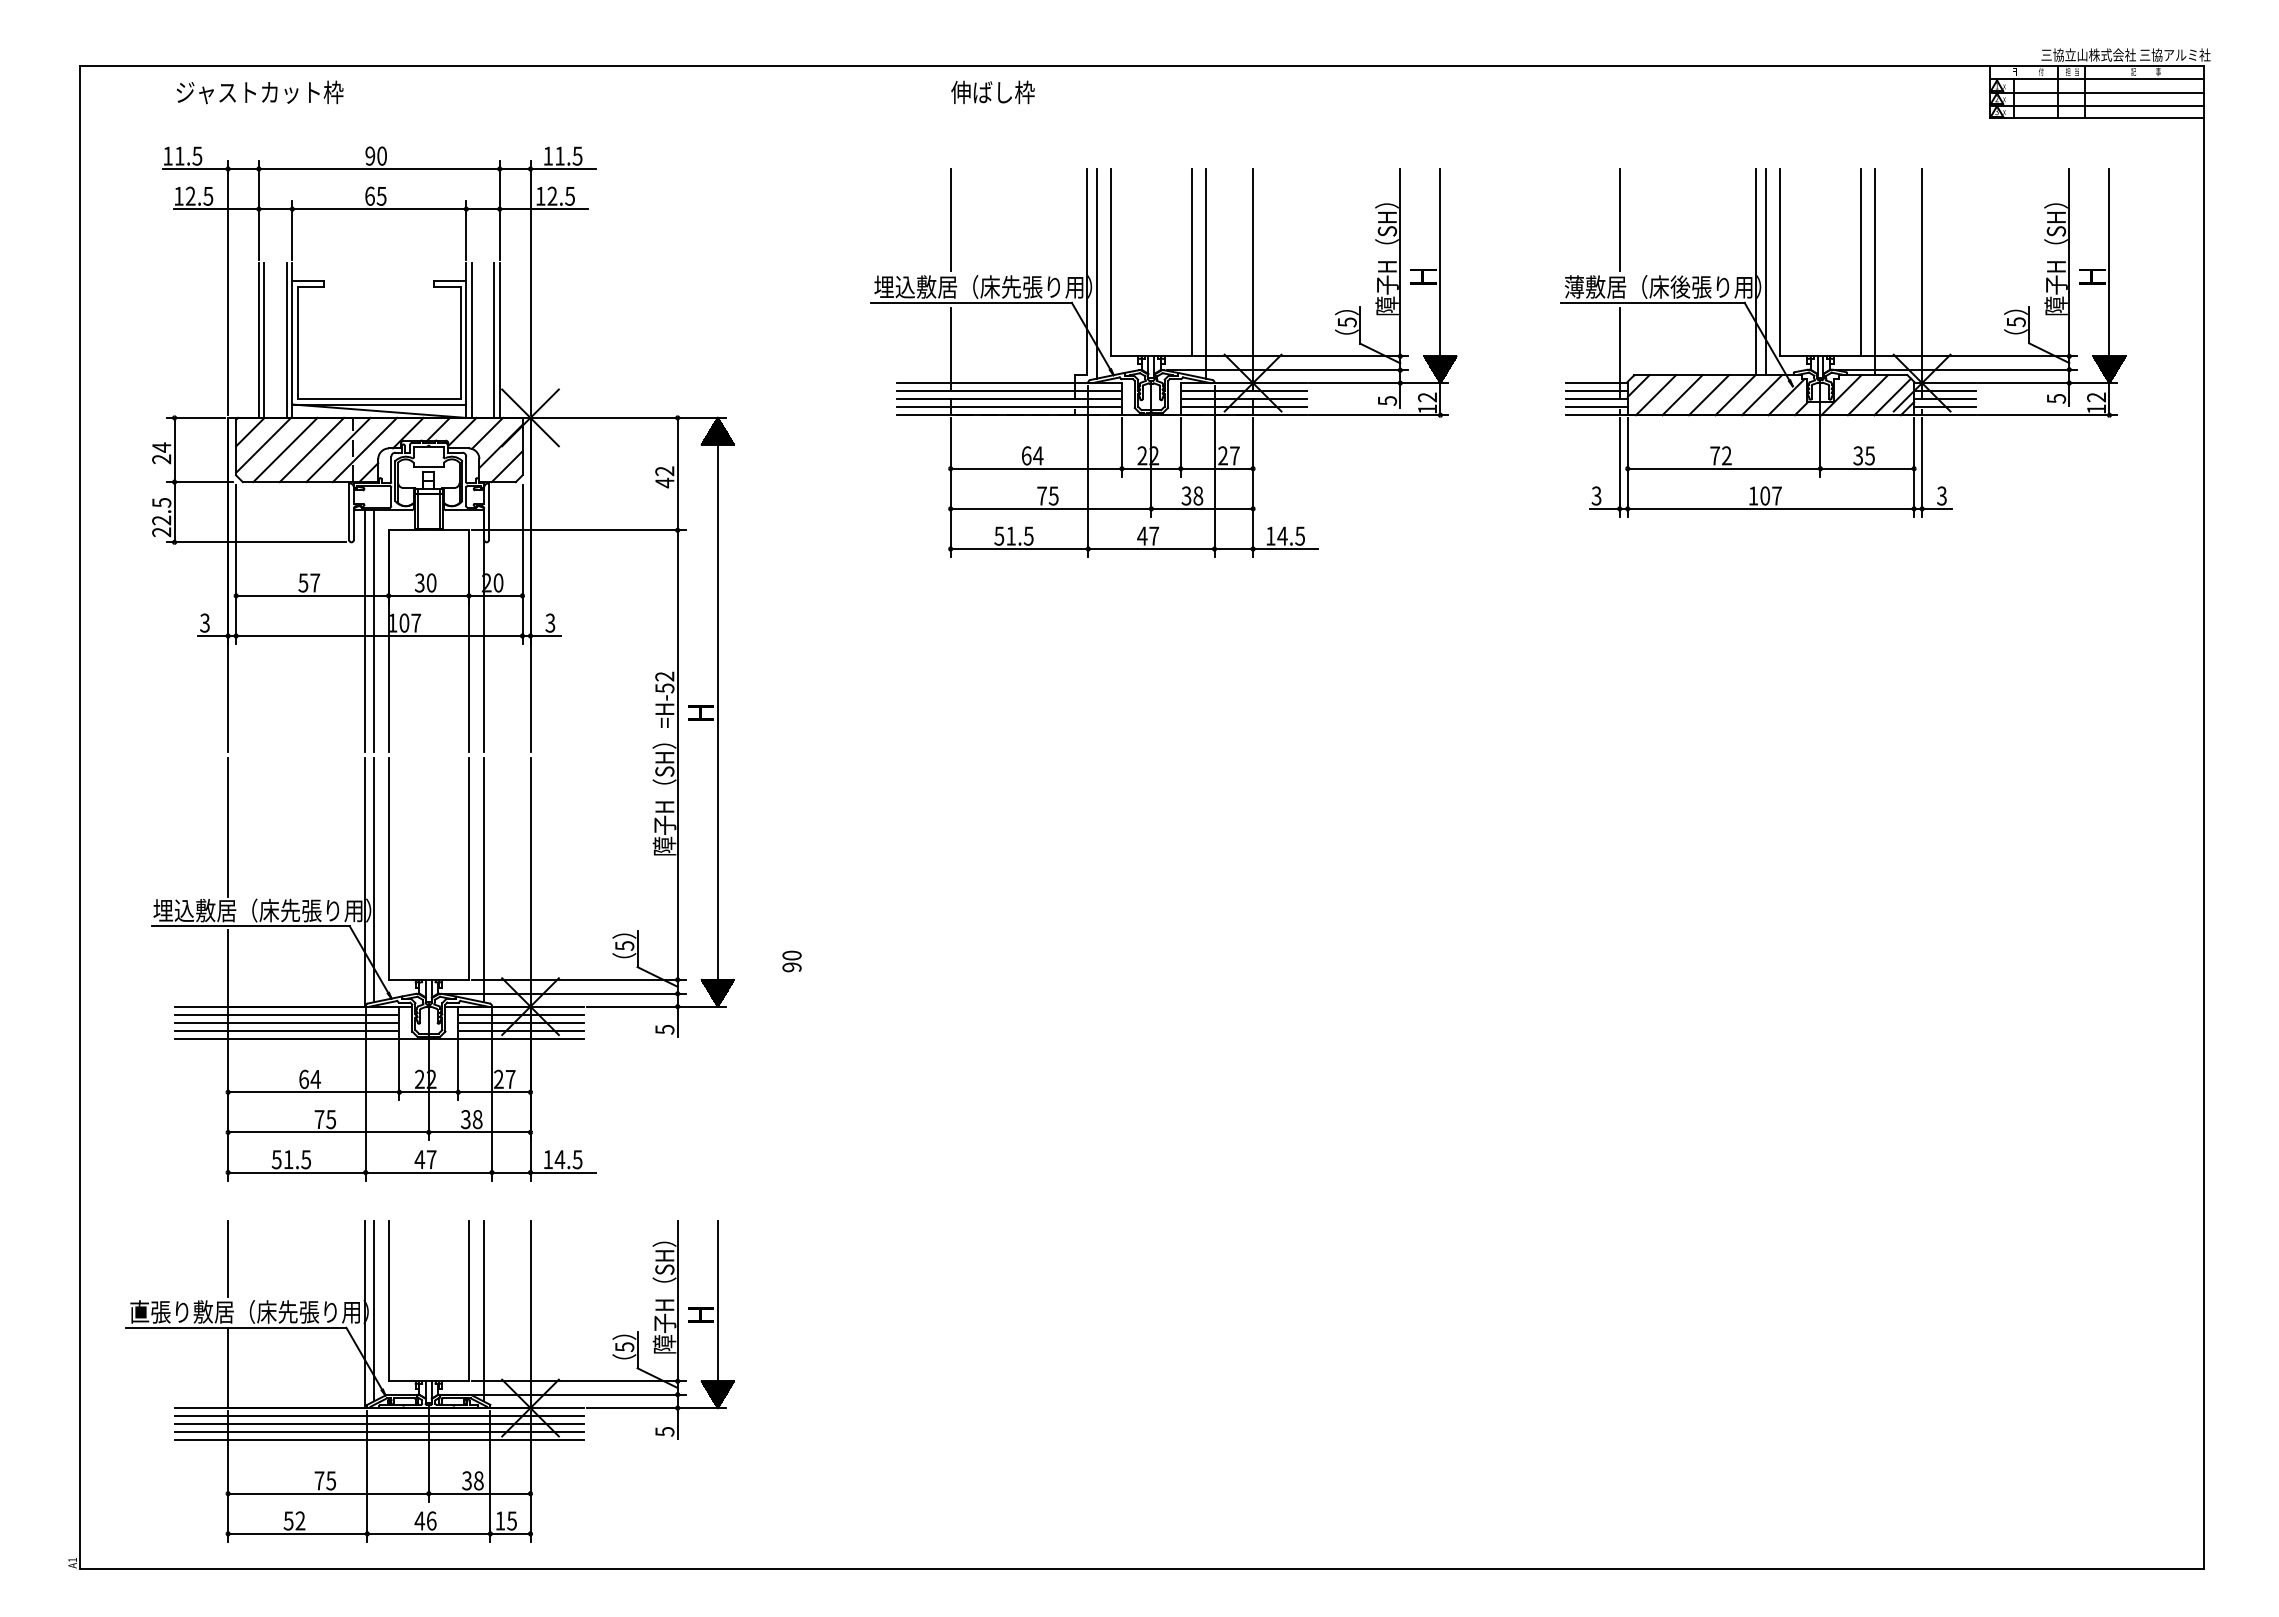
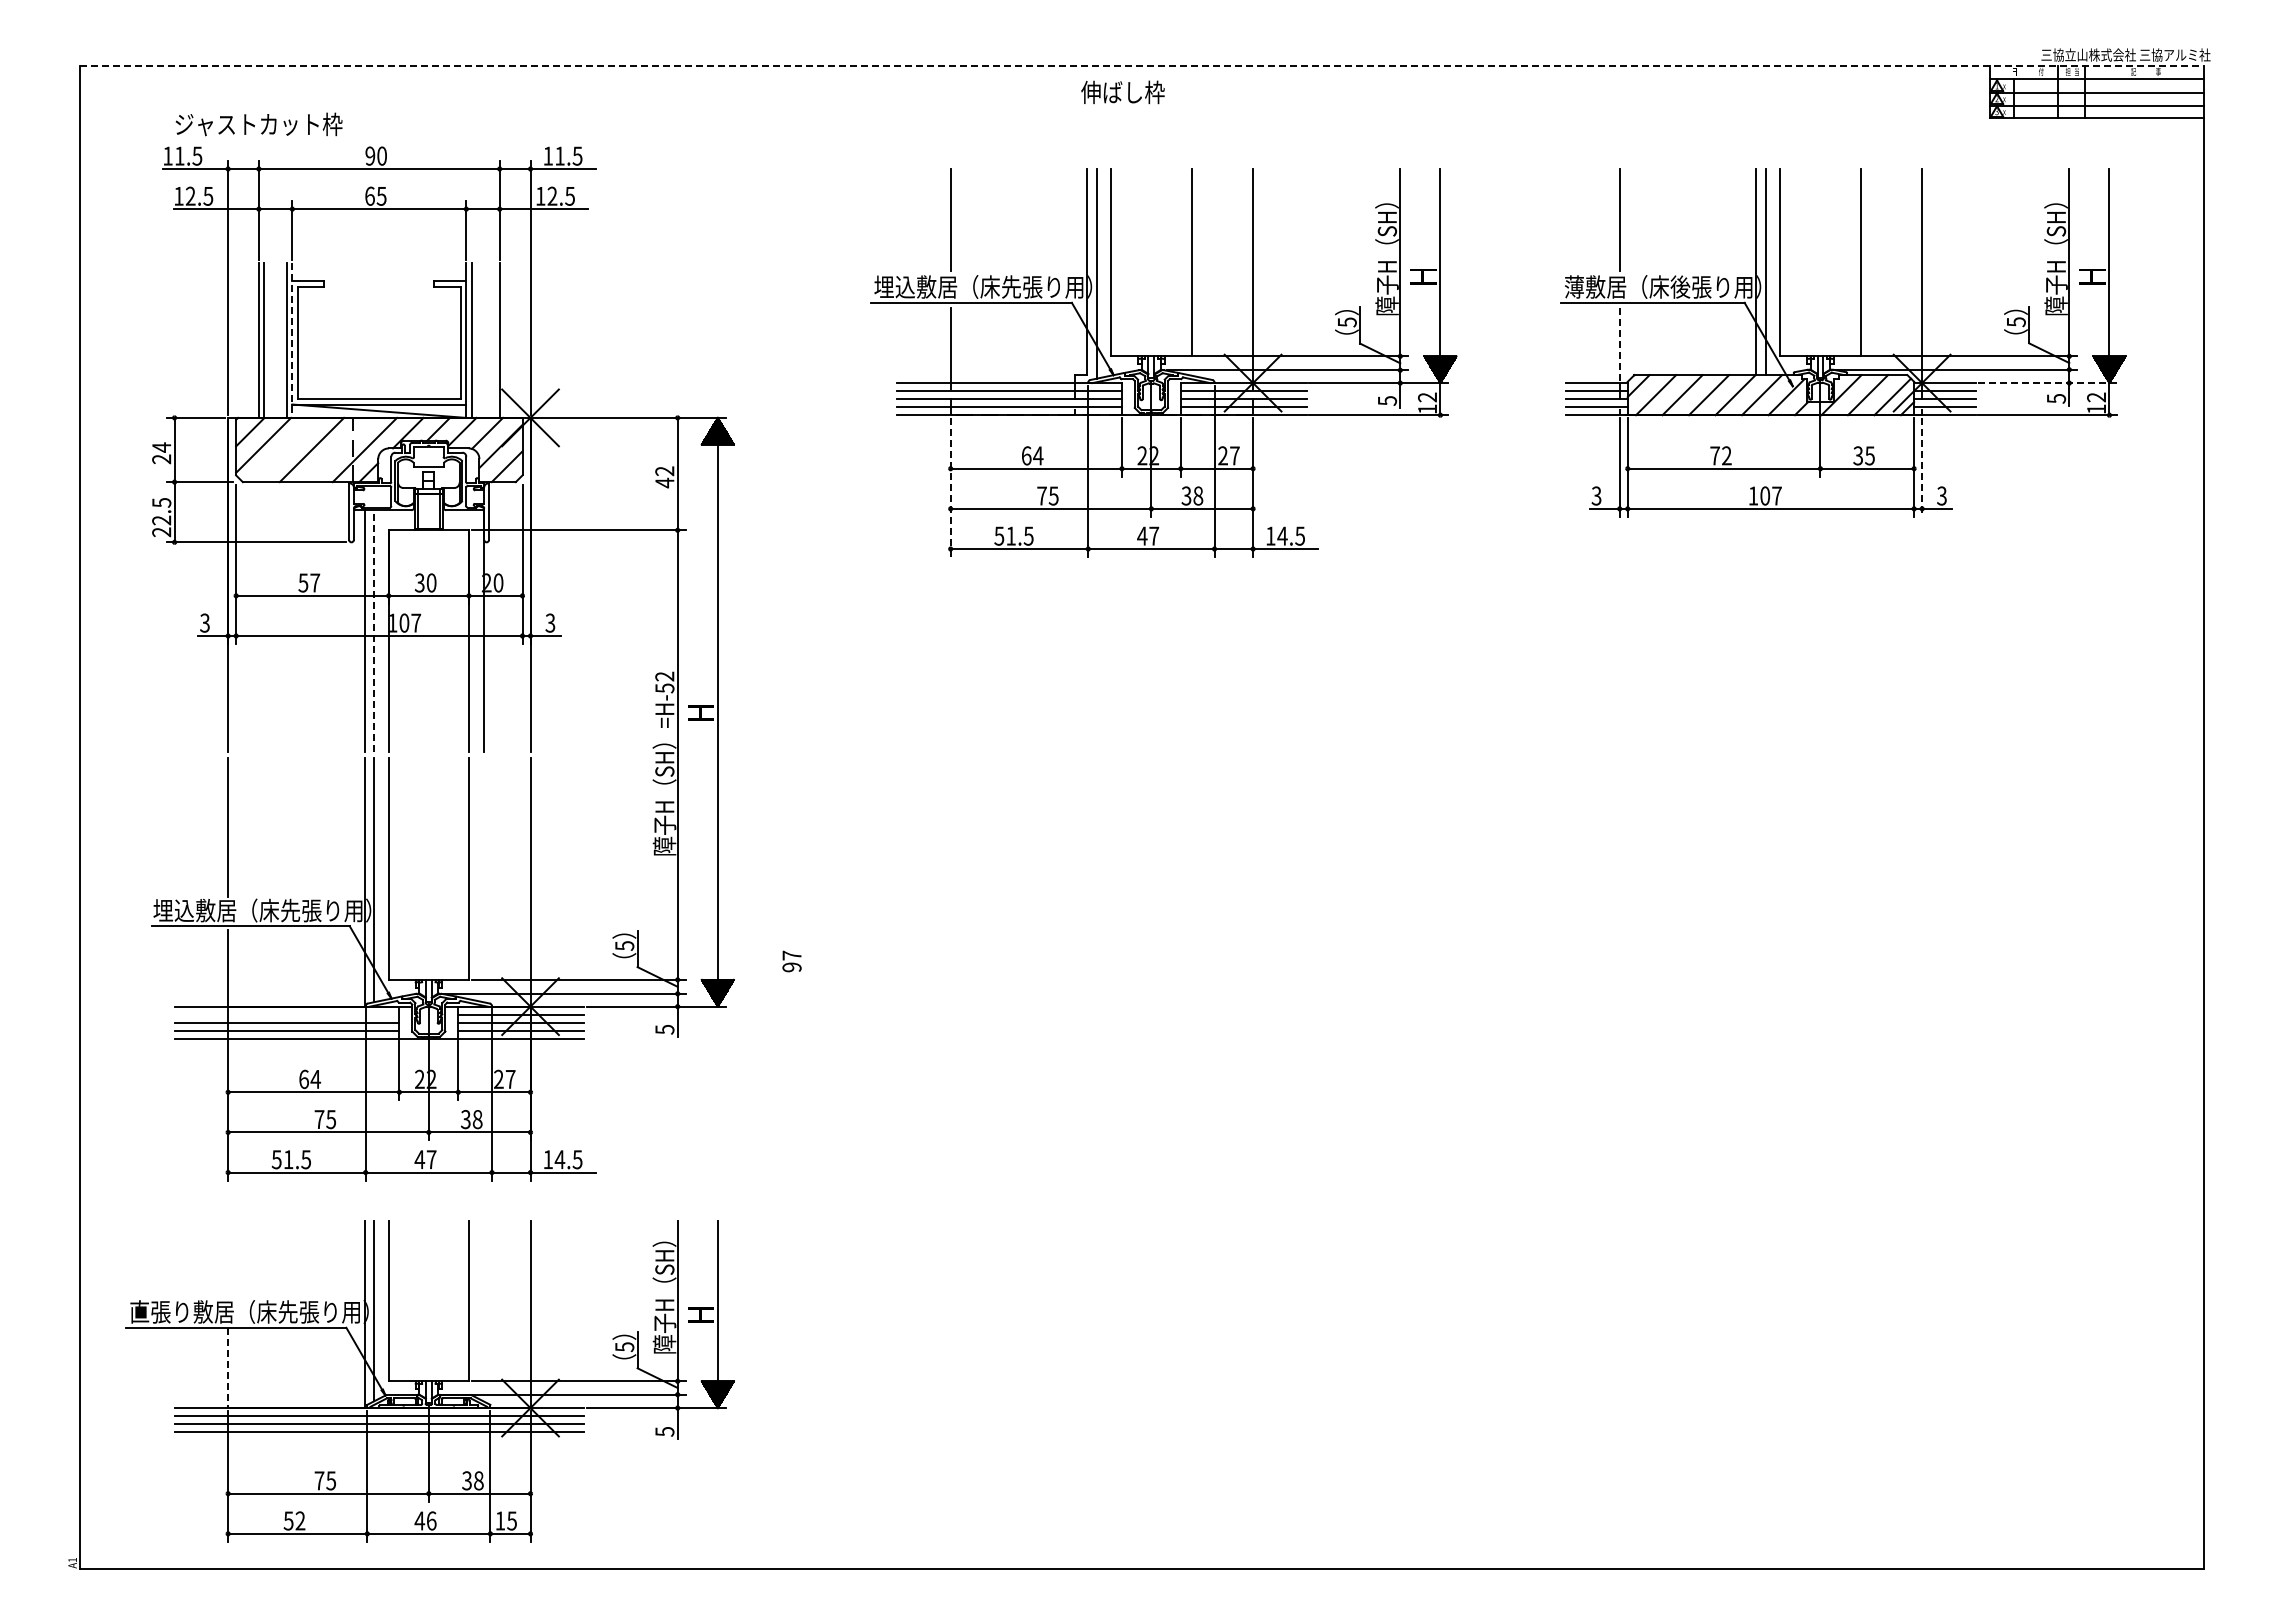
line at (1142, 65): solid -> dashed
text at (260, 92) position: (260, 92) -> (259, 124)
text at (992, 92) position: (992, 92) -> (1122, 92)
line at (1875, 272): present -> none
line at (1206, 273): present -> none
line at (494, 339): present -> none
line at (292, 340): solid -> dashed
line at (1619, 346): solid -> dashed
line at (2047, 383): solid -> dashed
line at (285, 449): present -> none
line at (338, 449): present -> none
line at (1922, 467): solid -> dashed
line at (950, 487): solid -> dashed
line at (373, 630): solid -> dashed
line at (483, 879): present -> none
text at (791, 955): 90 -> 97
line at (286, 1014): present -> none
line at (228, 1258): present -> none
line at (483, 1310): present -> none
line at (228, 1368): solid -> dashed
line at (379, 1440): present -> none
